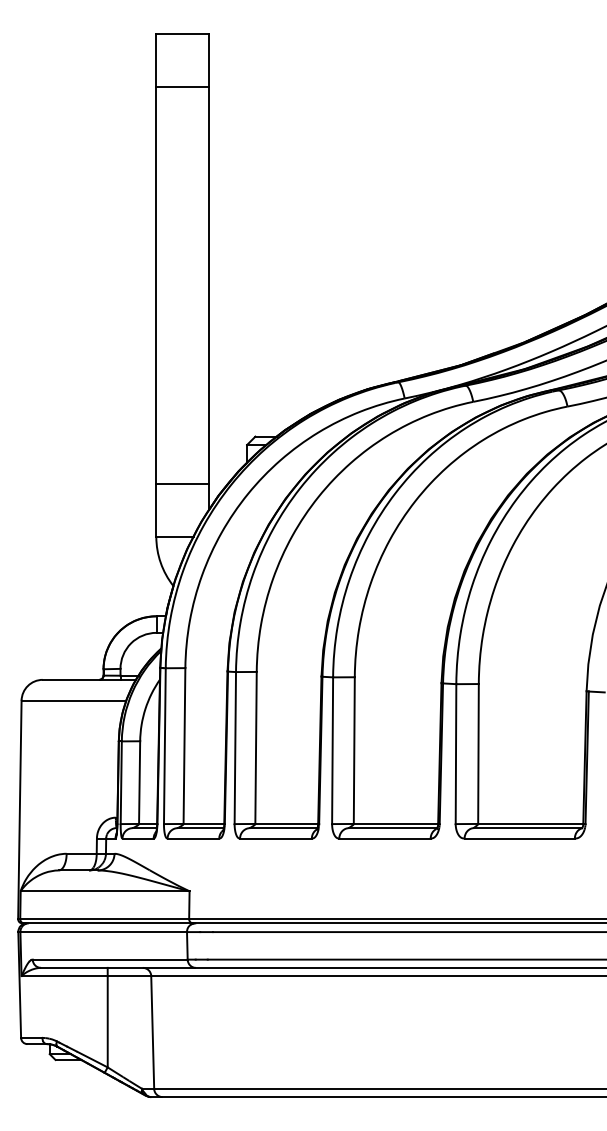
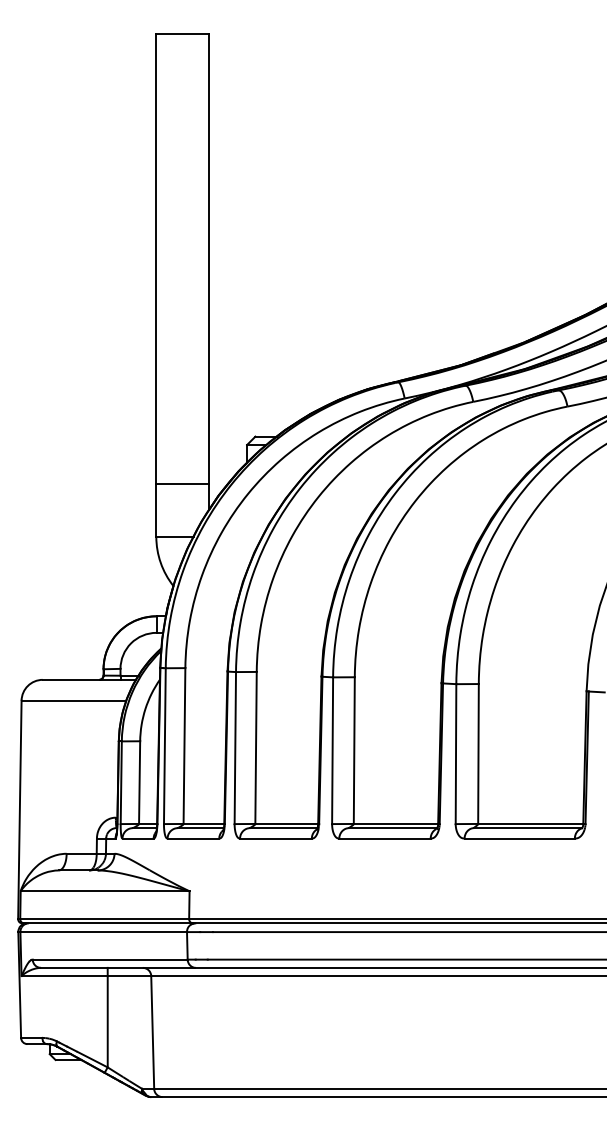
line at (182, 86): present -> none
